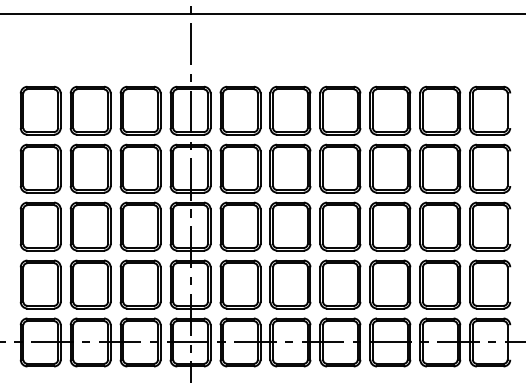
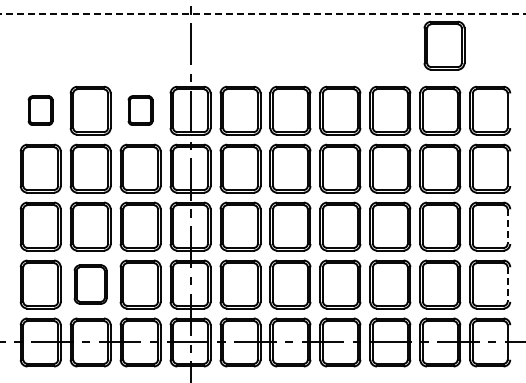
line at (263, 13): solid -> dashed
part at (444, 45): none -> present
part at (40, 110) size: 43x51 px -> 27x31 px
part at (140, 110) size: 43x51 px -> 27x31 px
line at (507, 227): solid -> dashed
part at (90, 284) size: 43x51 px -> 35x41 px
line at (507, 285): solid -> dashed
